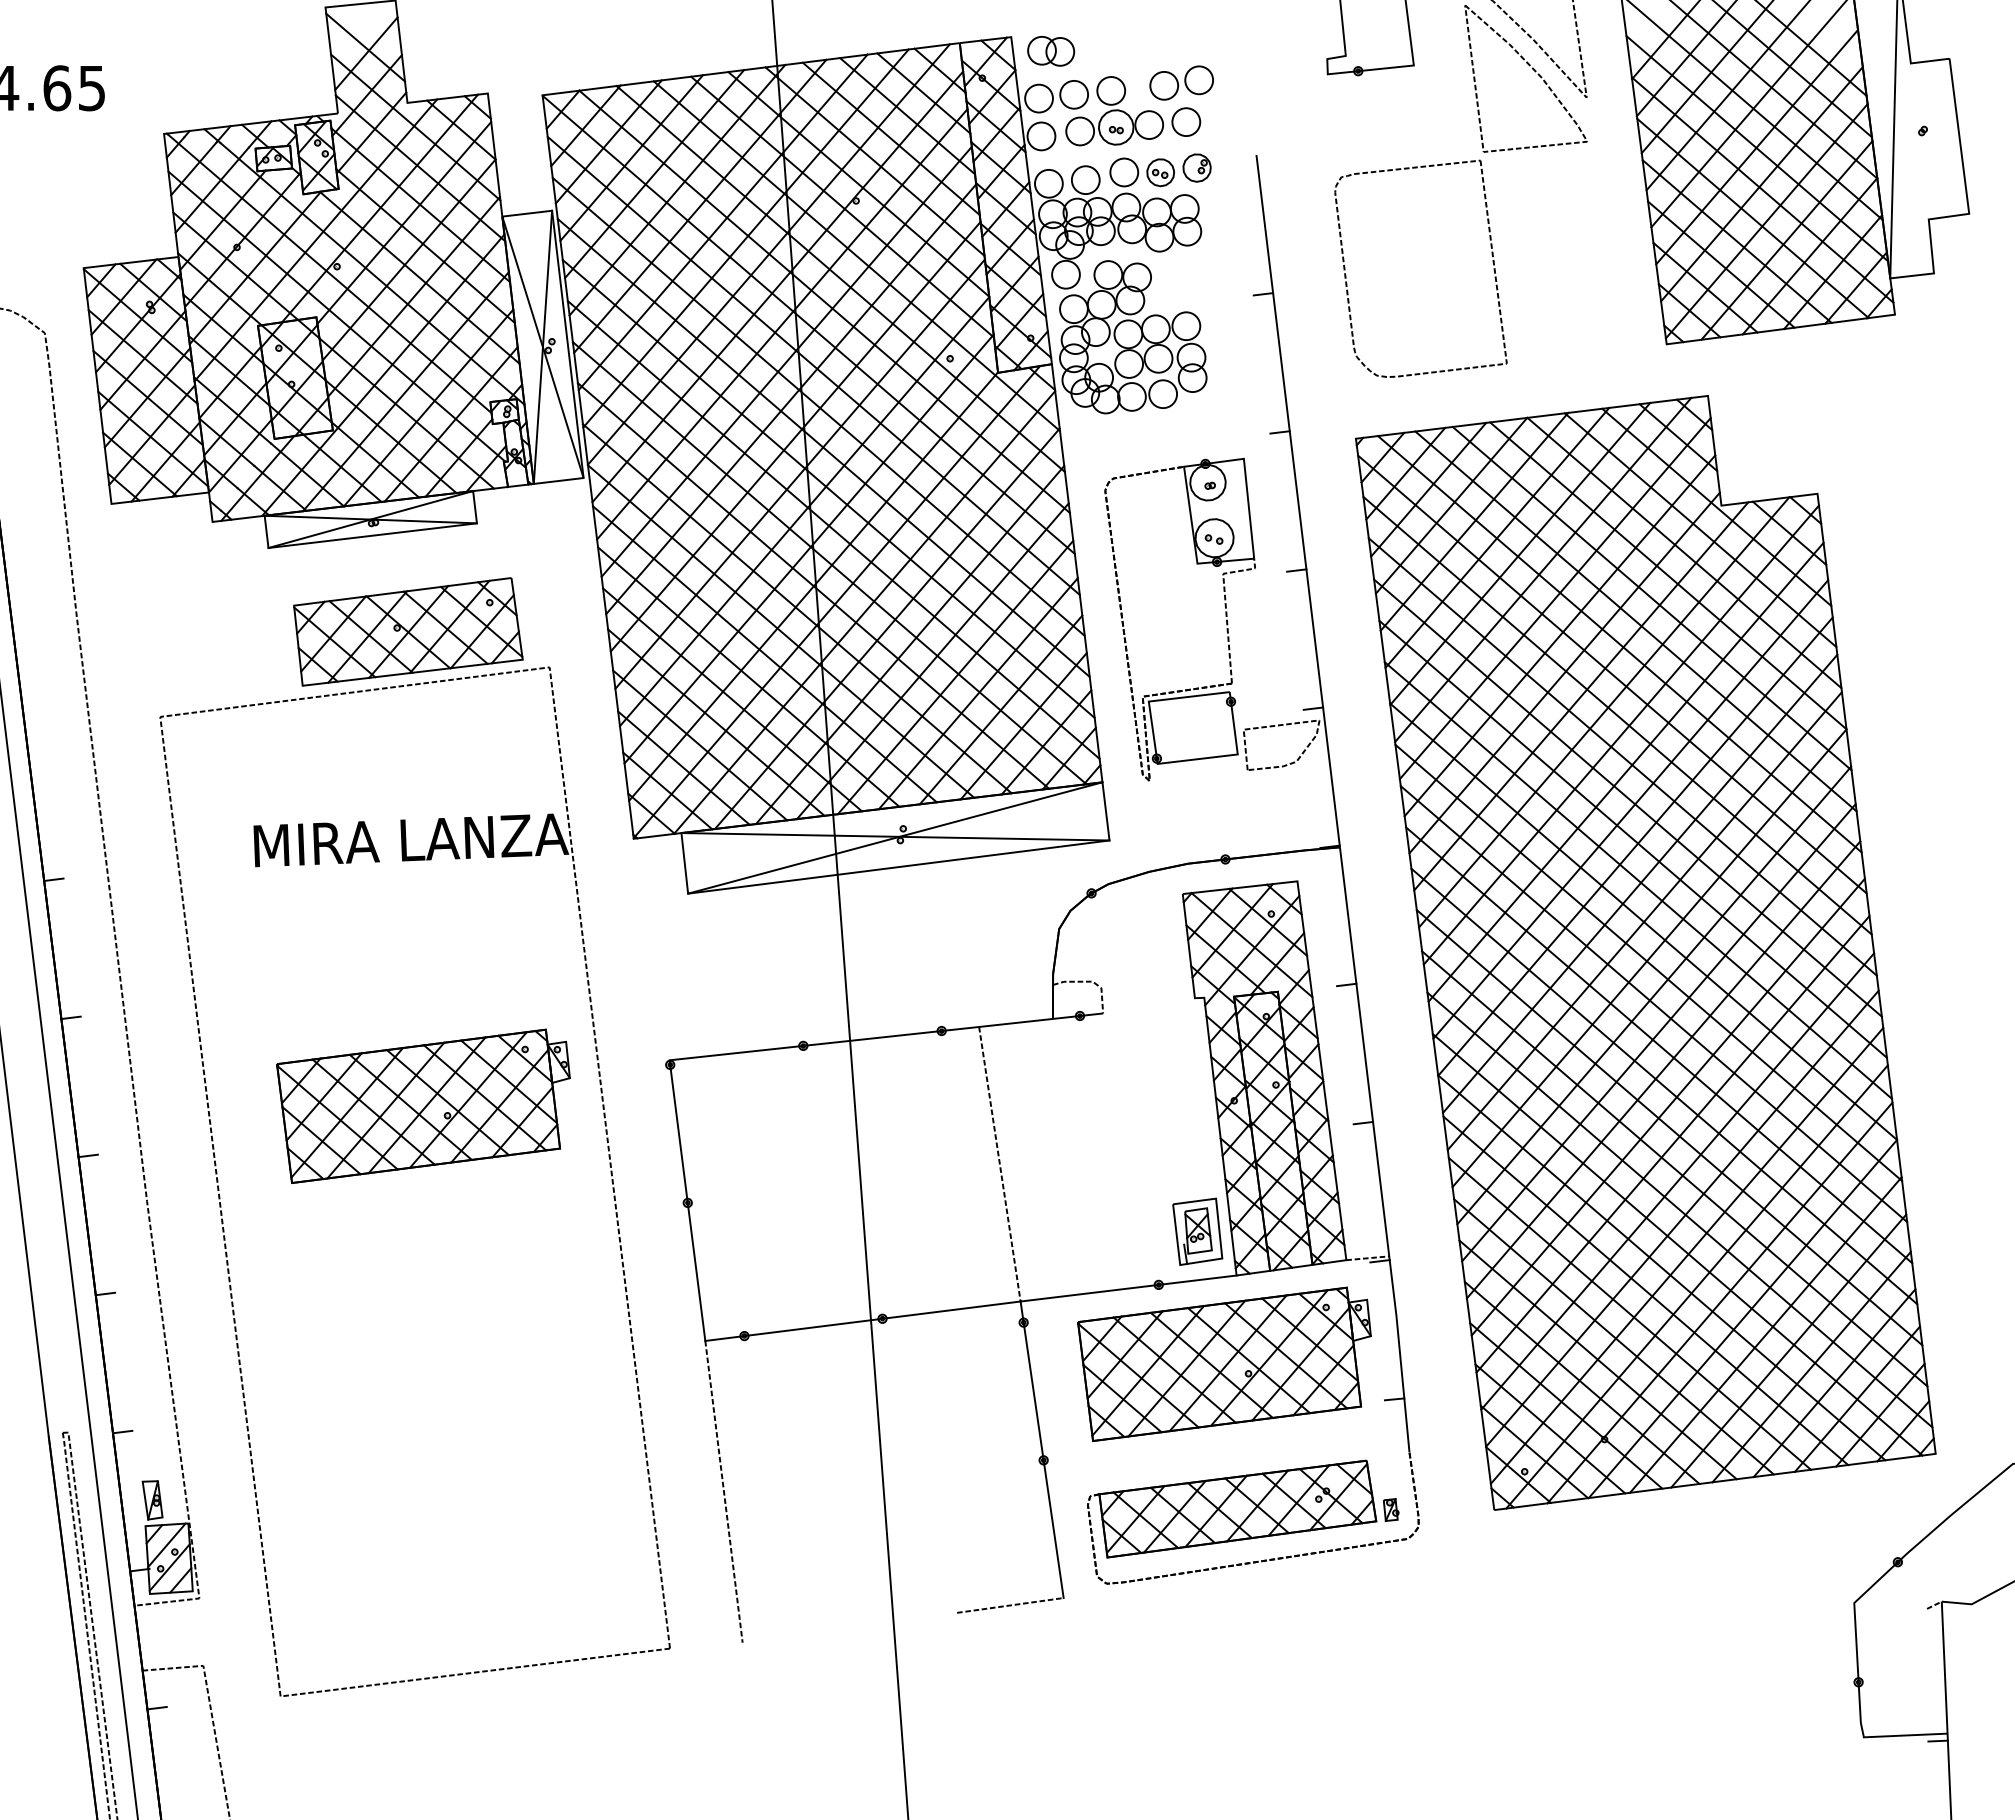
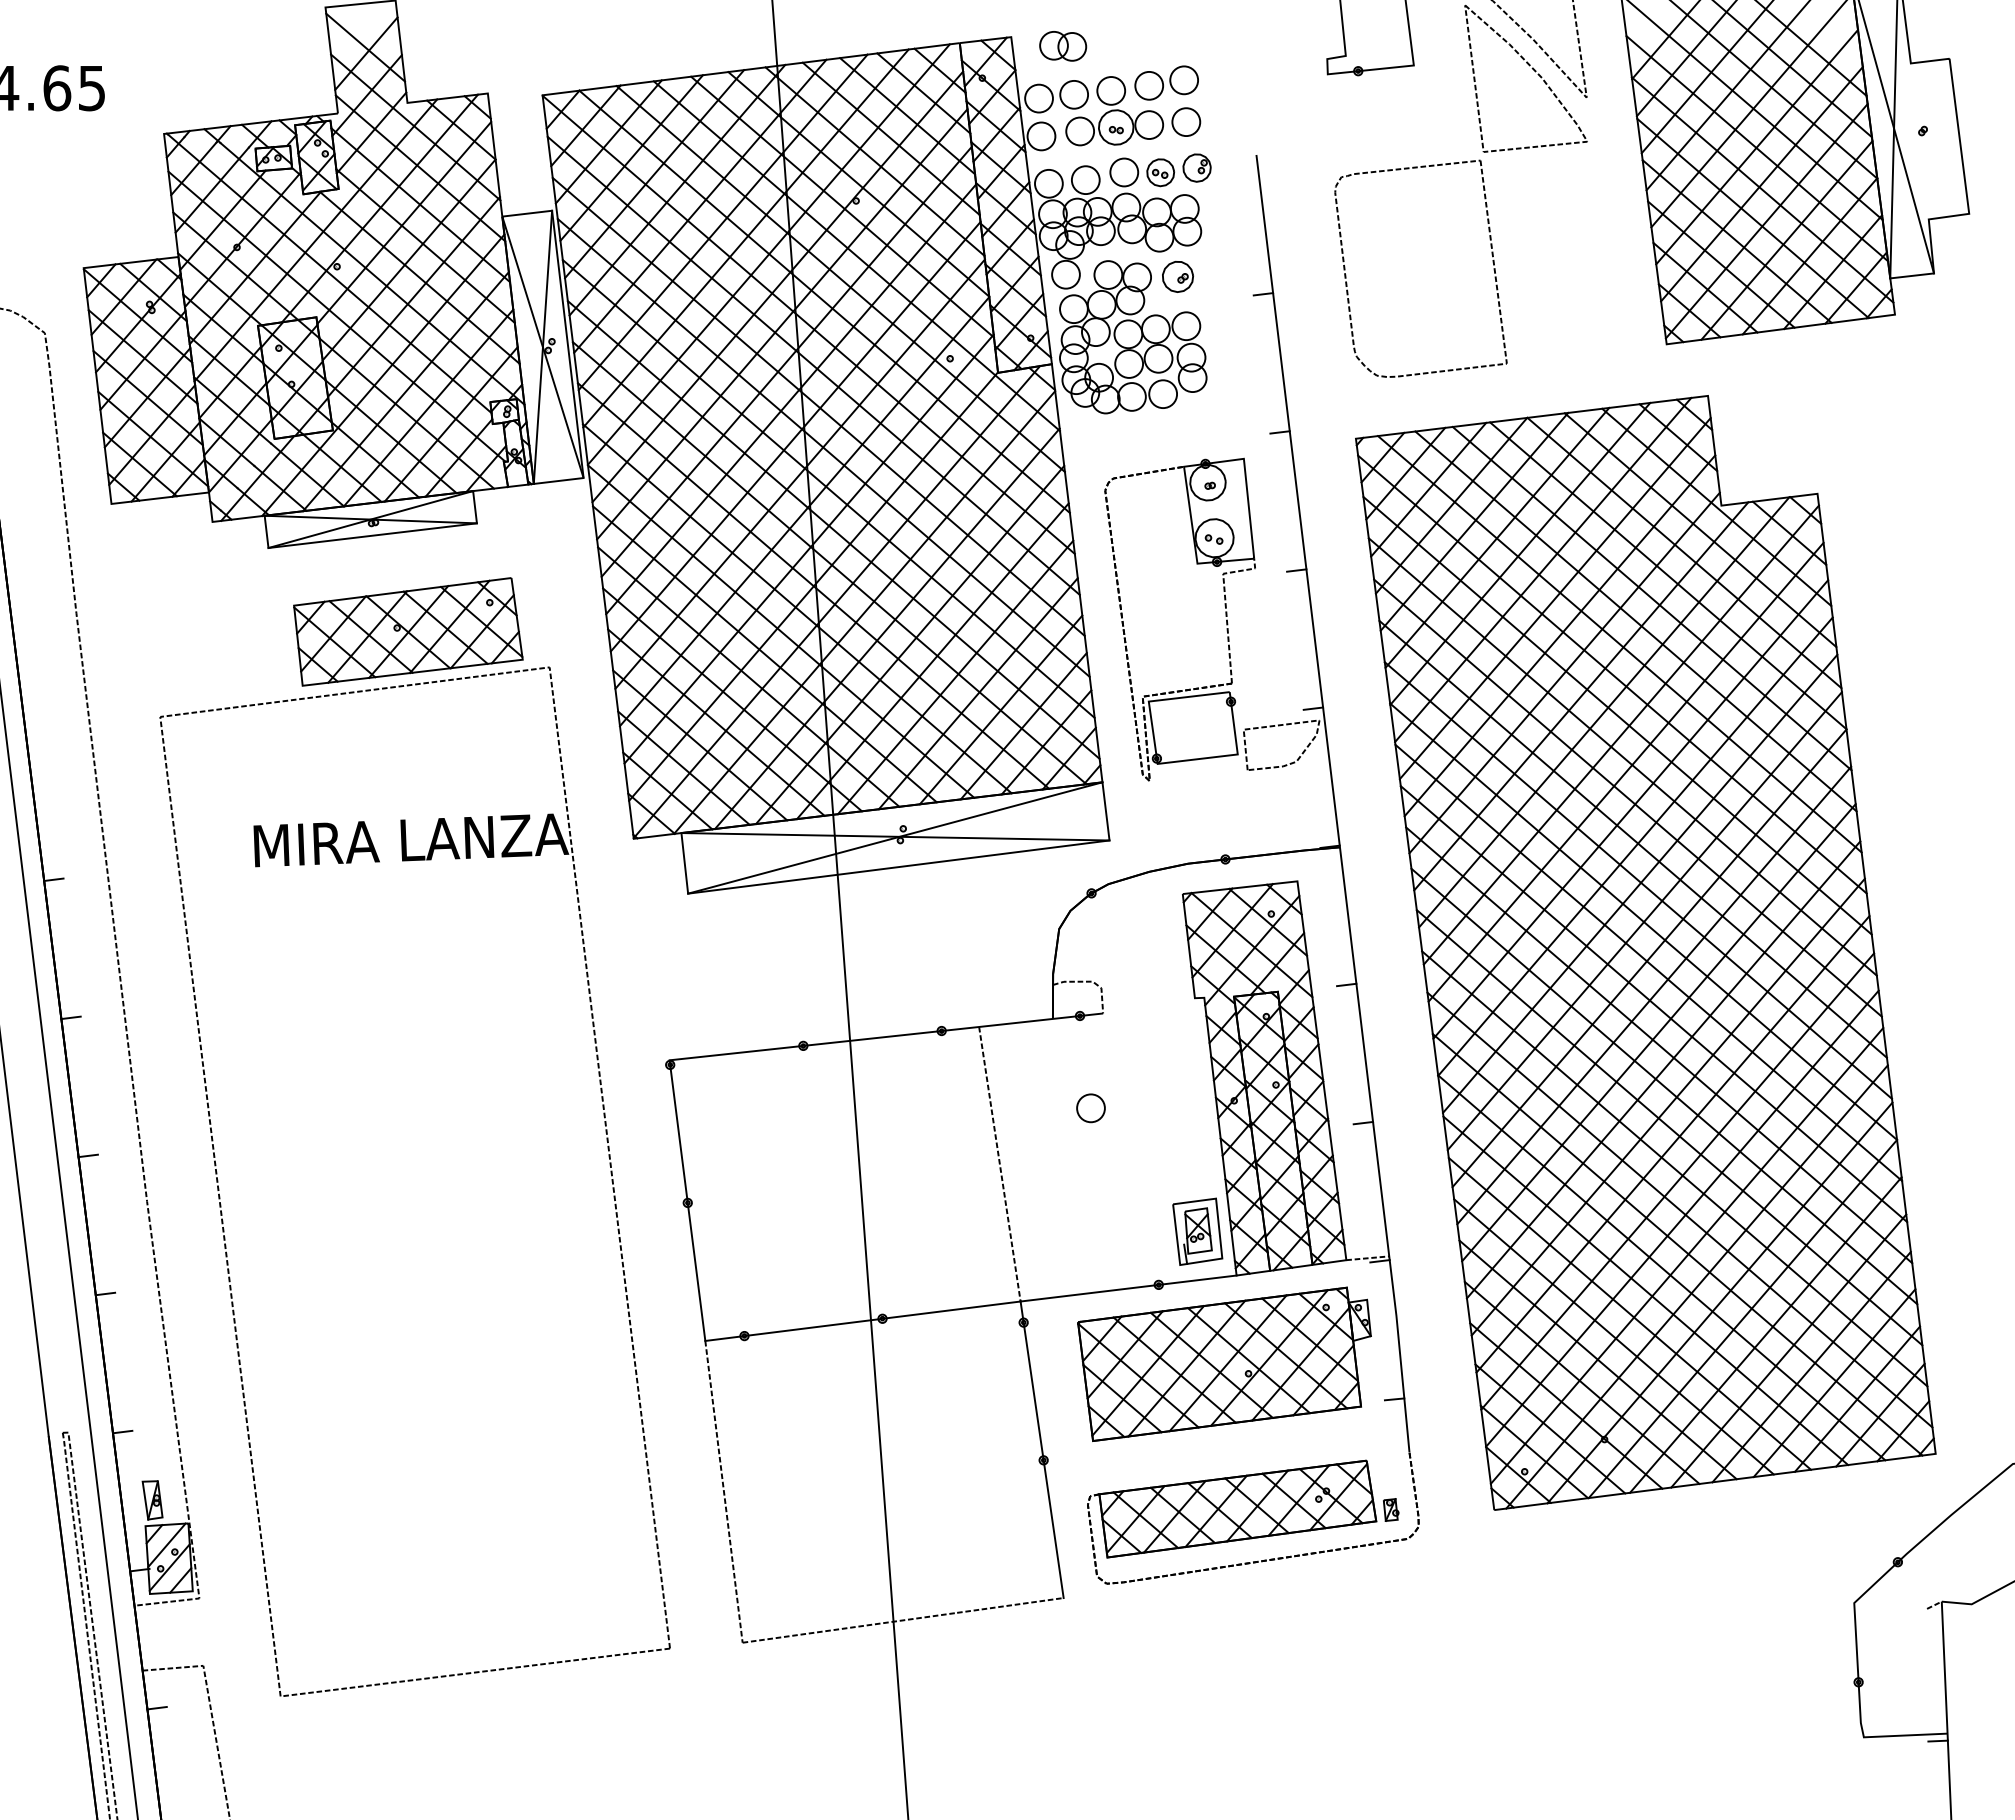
part at (1051, 51) position: (1051, 51) -> (1063, 46)
part at (1181, 82) position: (1181, 82) -> (1166, 82)
line at (1896, 137): none -> present
part at (1177, 276): none -> present
part at (423, 1105): present -> none
part at (1090, 1108): none -> present
line at (849, 1627): none -> present
